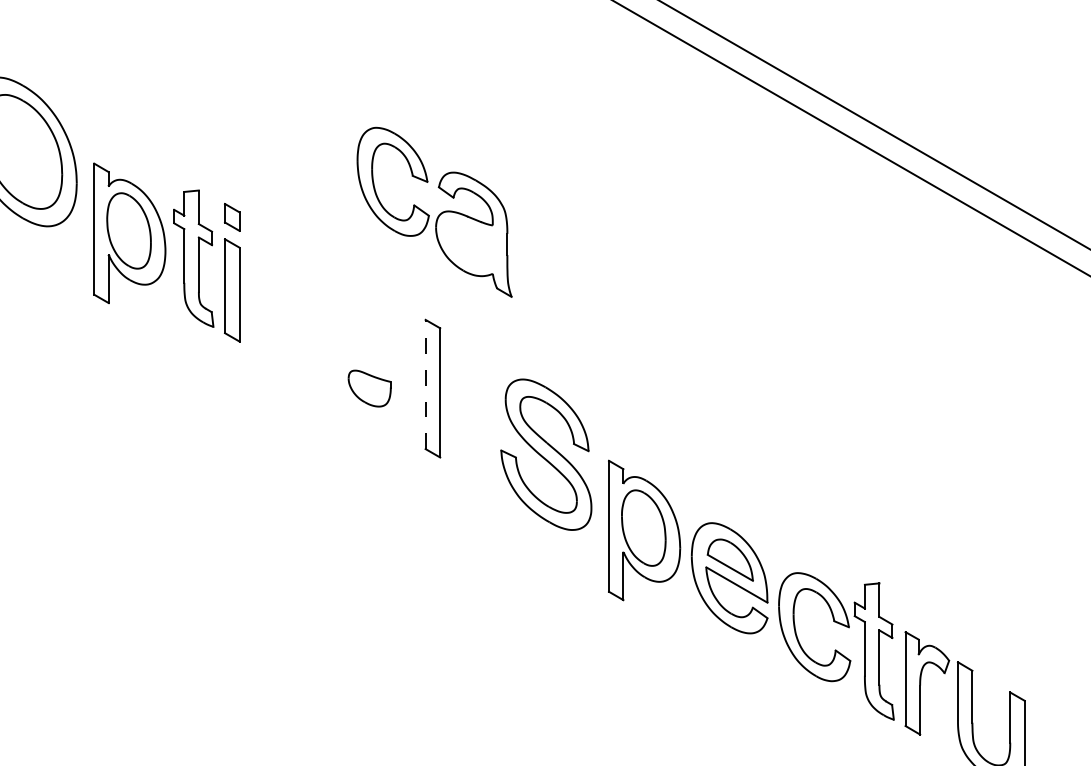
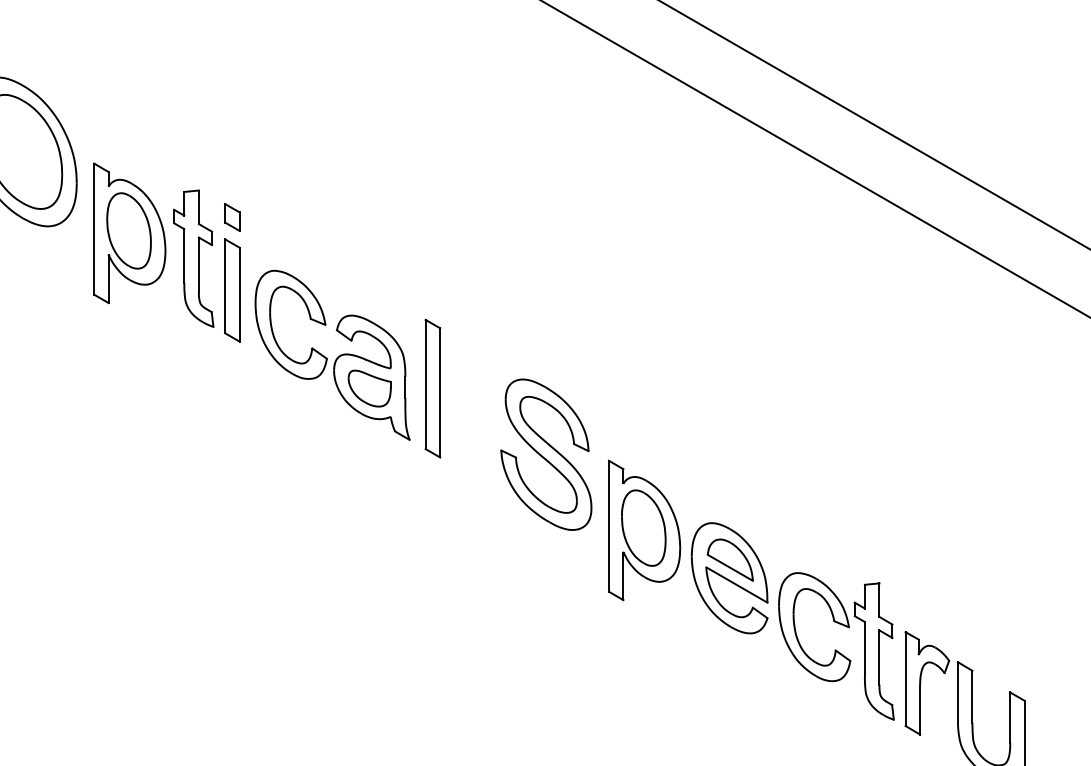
line at (851, 138) position: (851, 138) -> (815, 159)
part at (434, 211) position: (434, 211) -> (332, 354)
line at (425, 384): dashed -> solid
